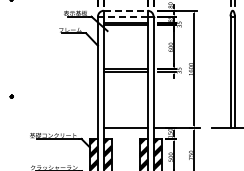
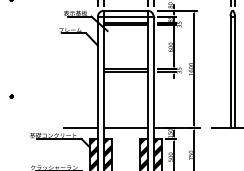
line at (125, 10): dashed -> solid
line at (125, 16): dashed -> solid
line at (80, 127): none -> present
